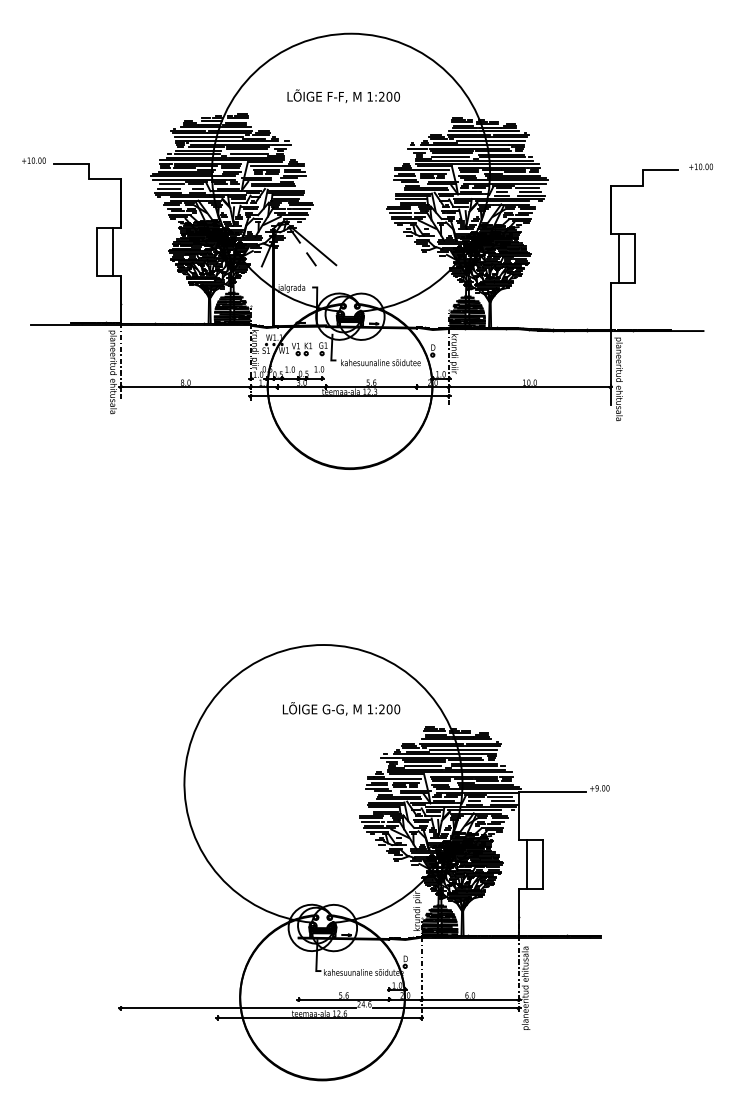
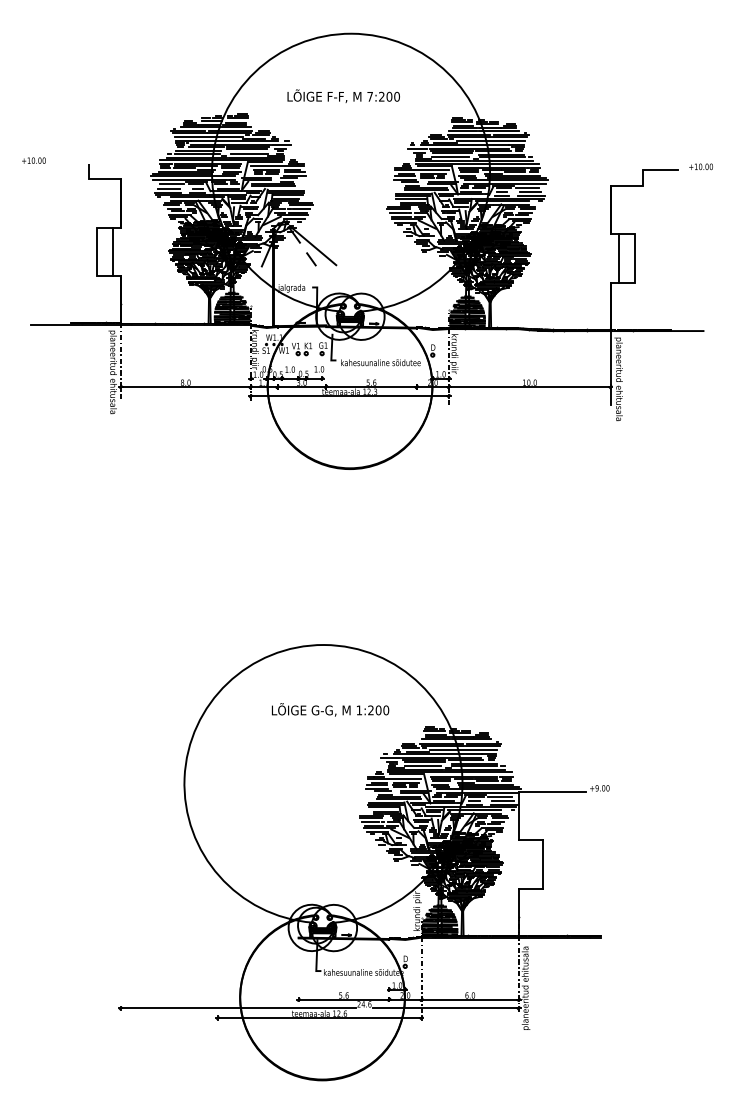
text at (369, 96): 1:200 -> 7:200
line at (70, 163): present -> none
text at (341, 708) position: (341, 708) -> (330, 709)
line at (526, 864): present -> none
